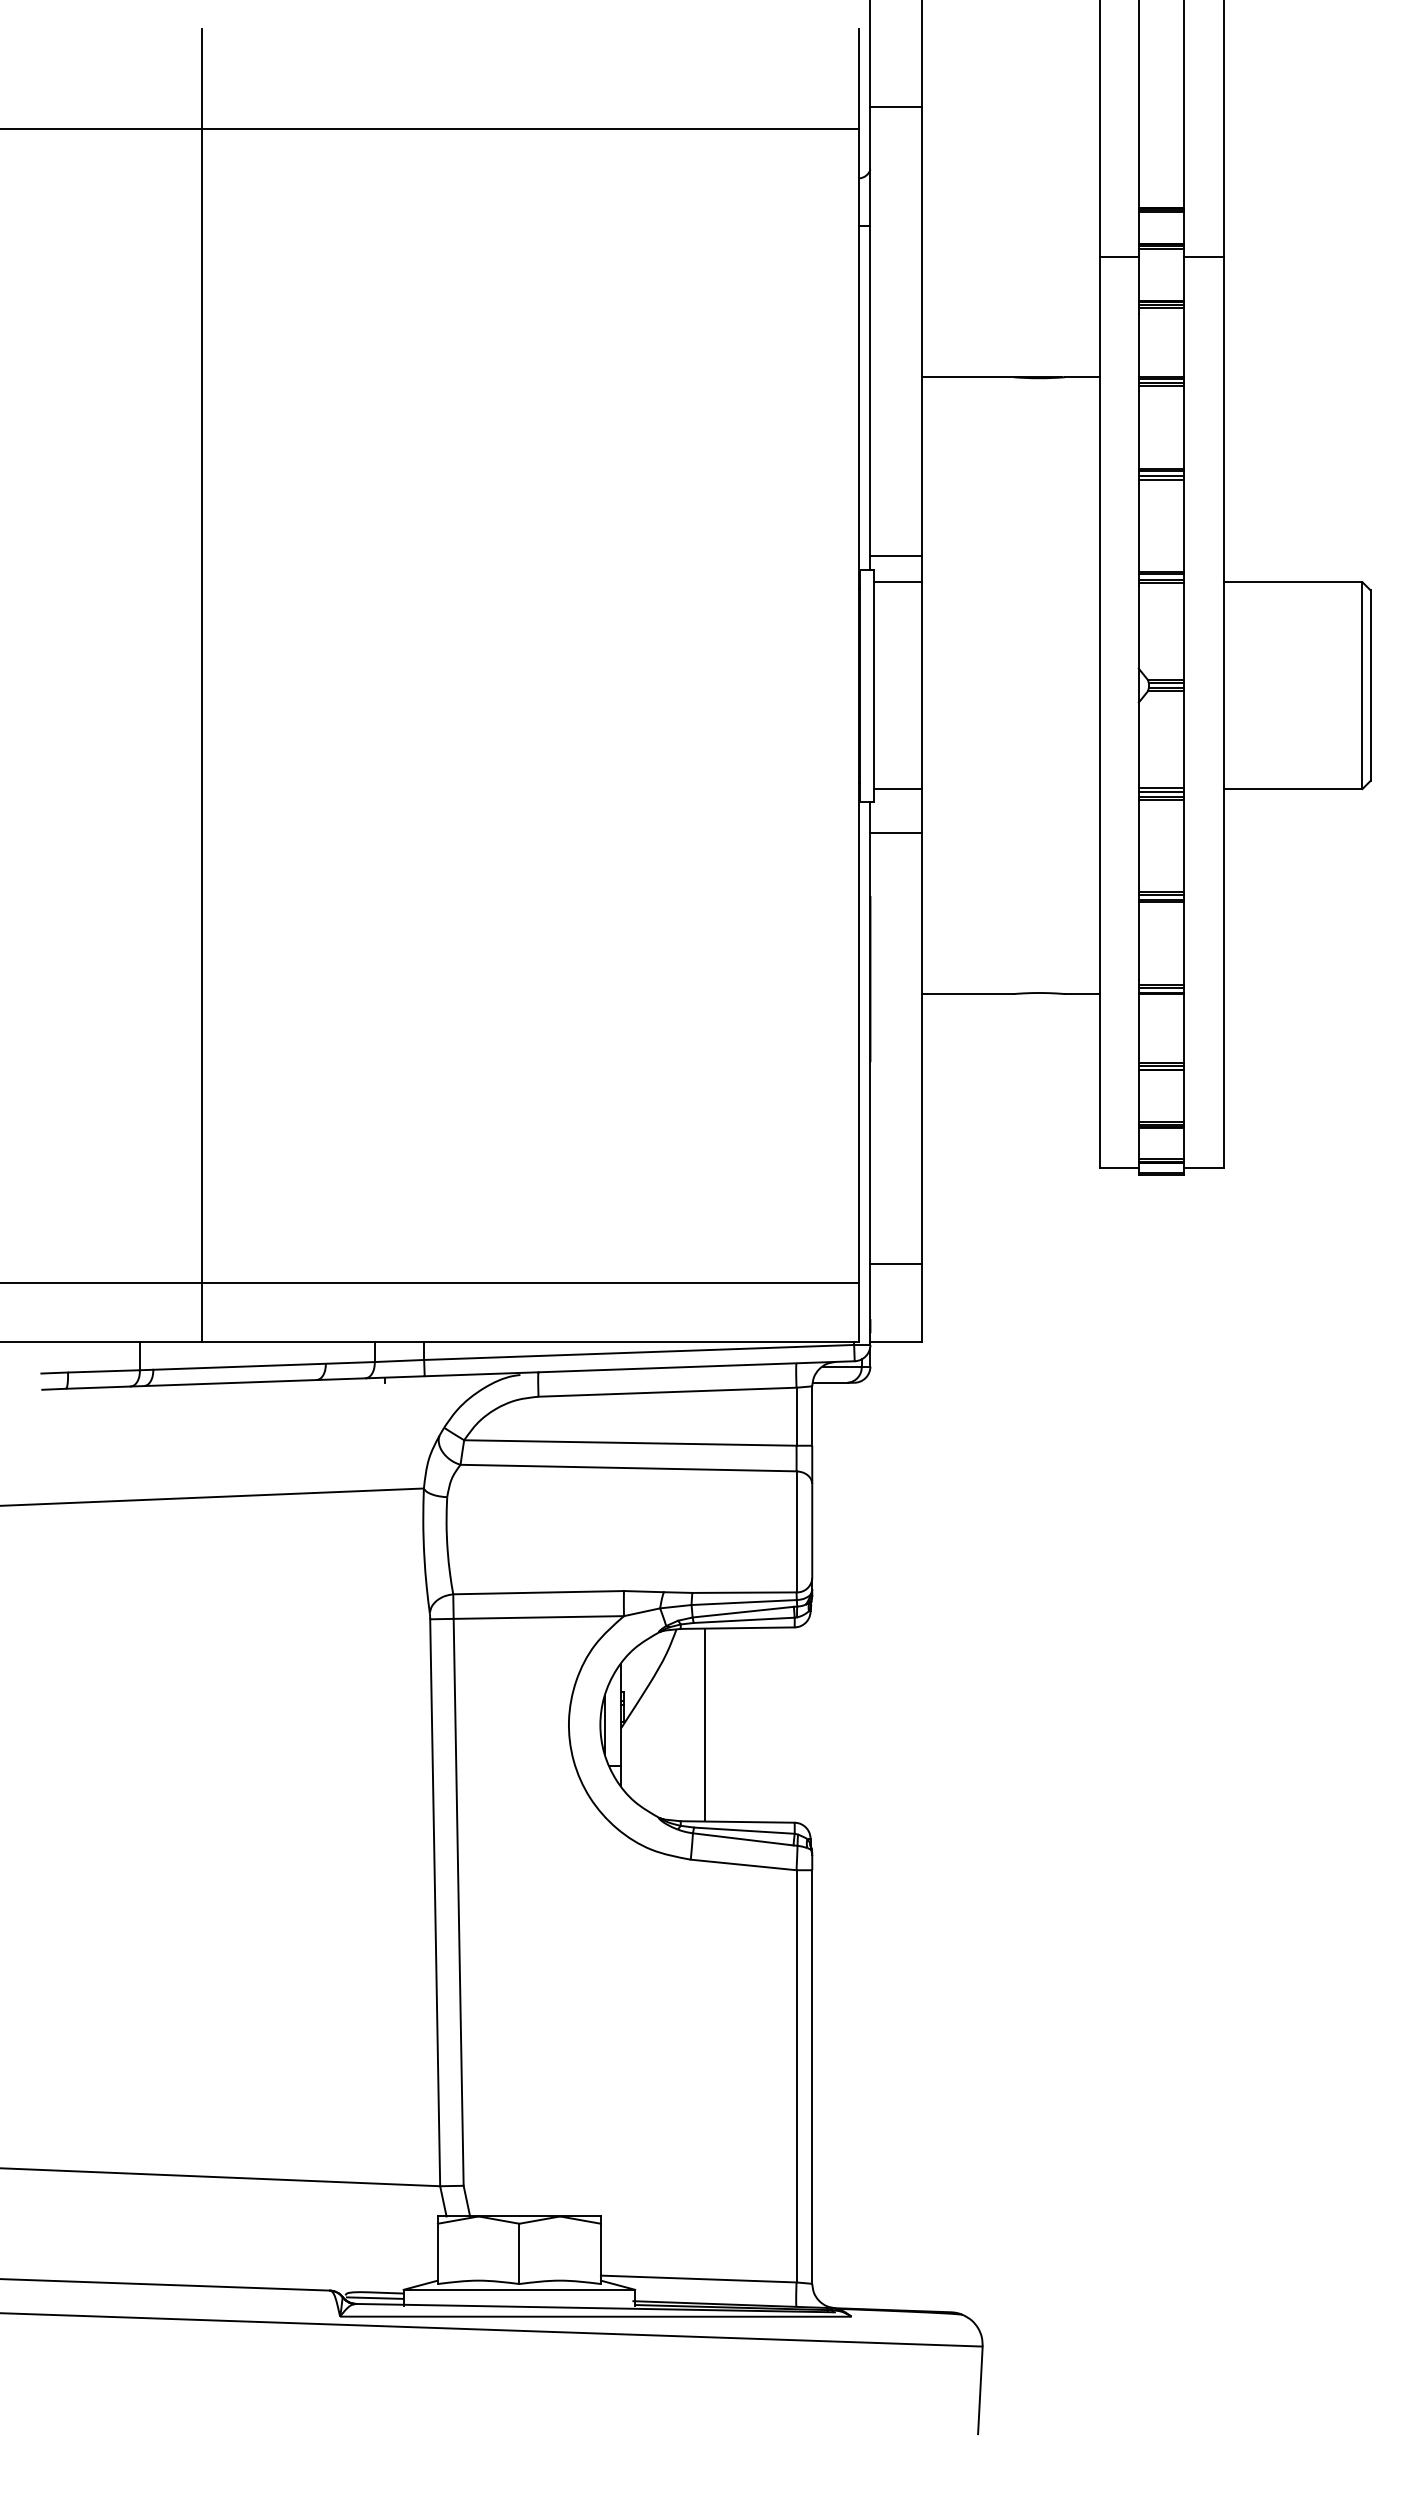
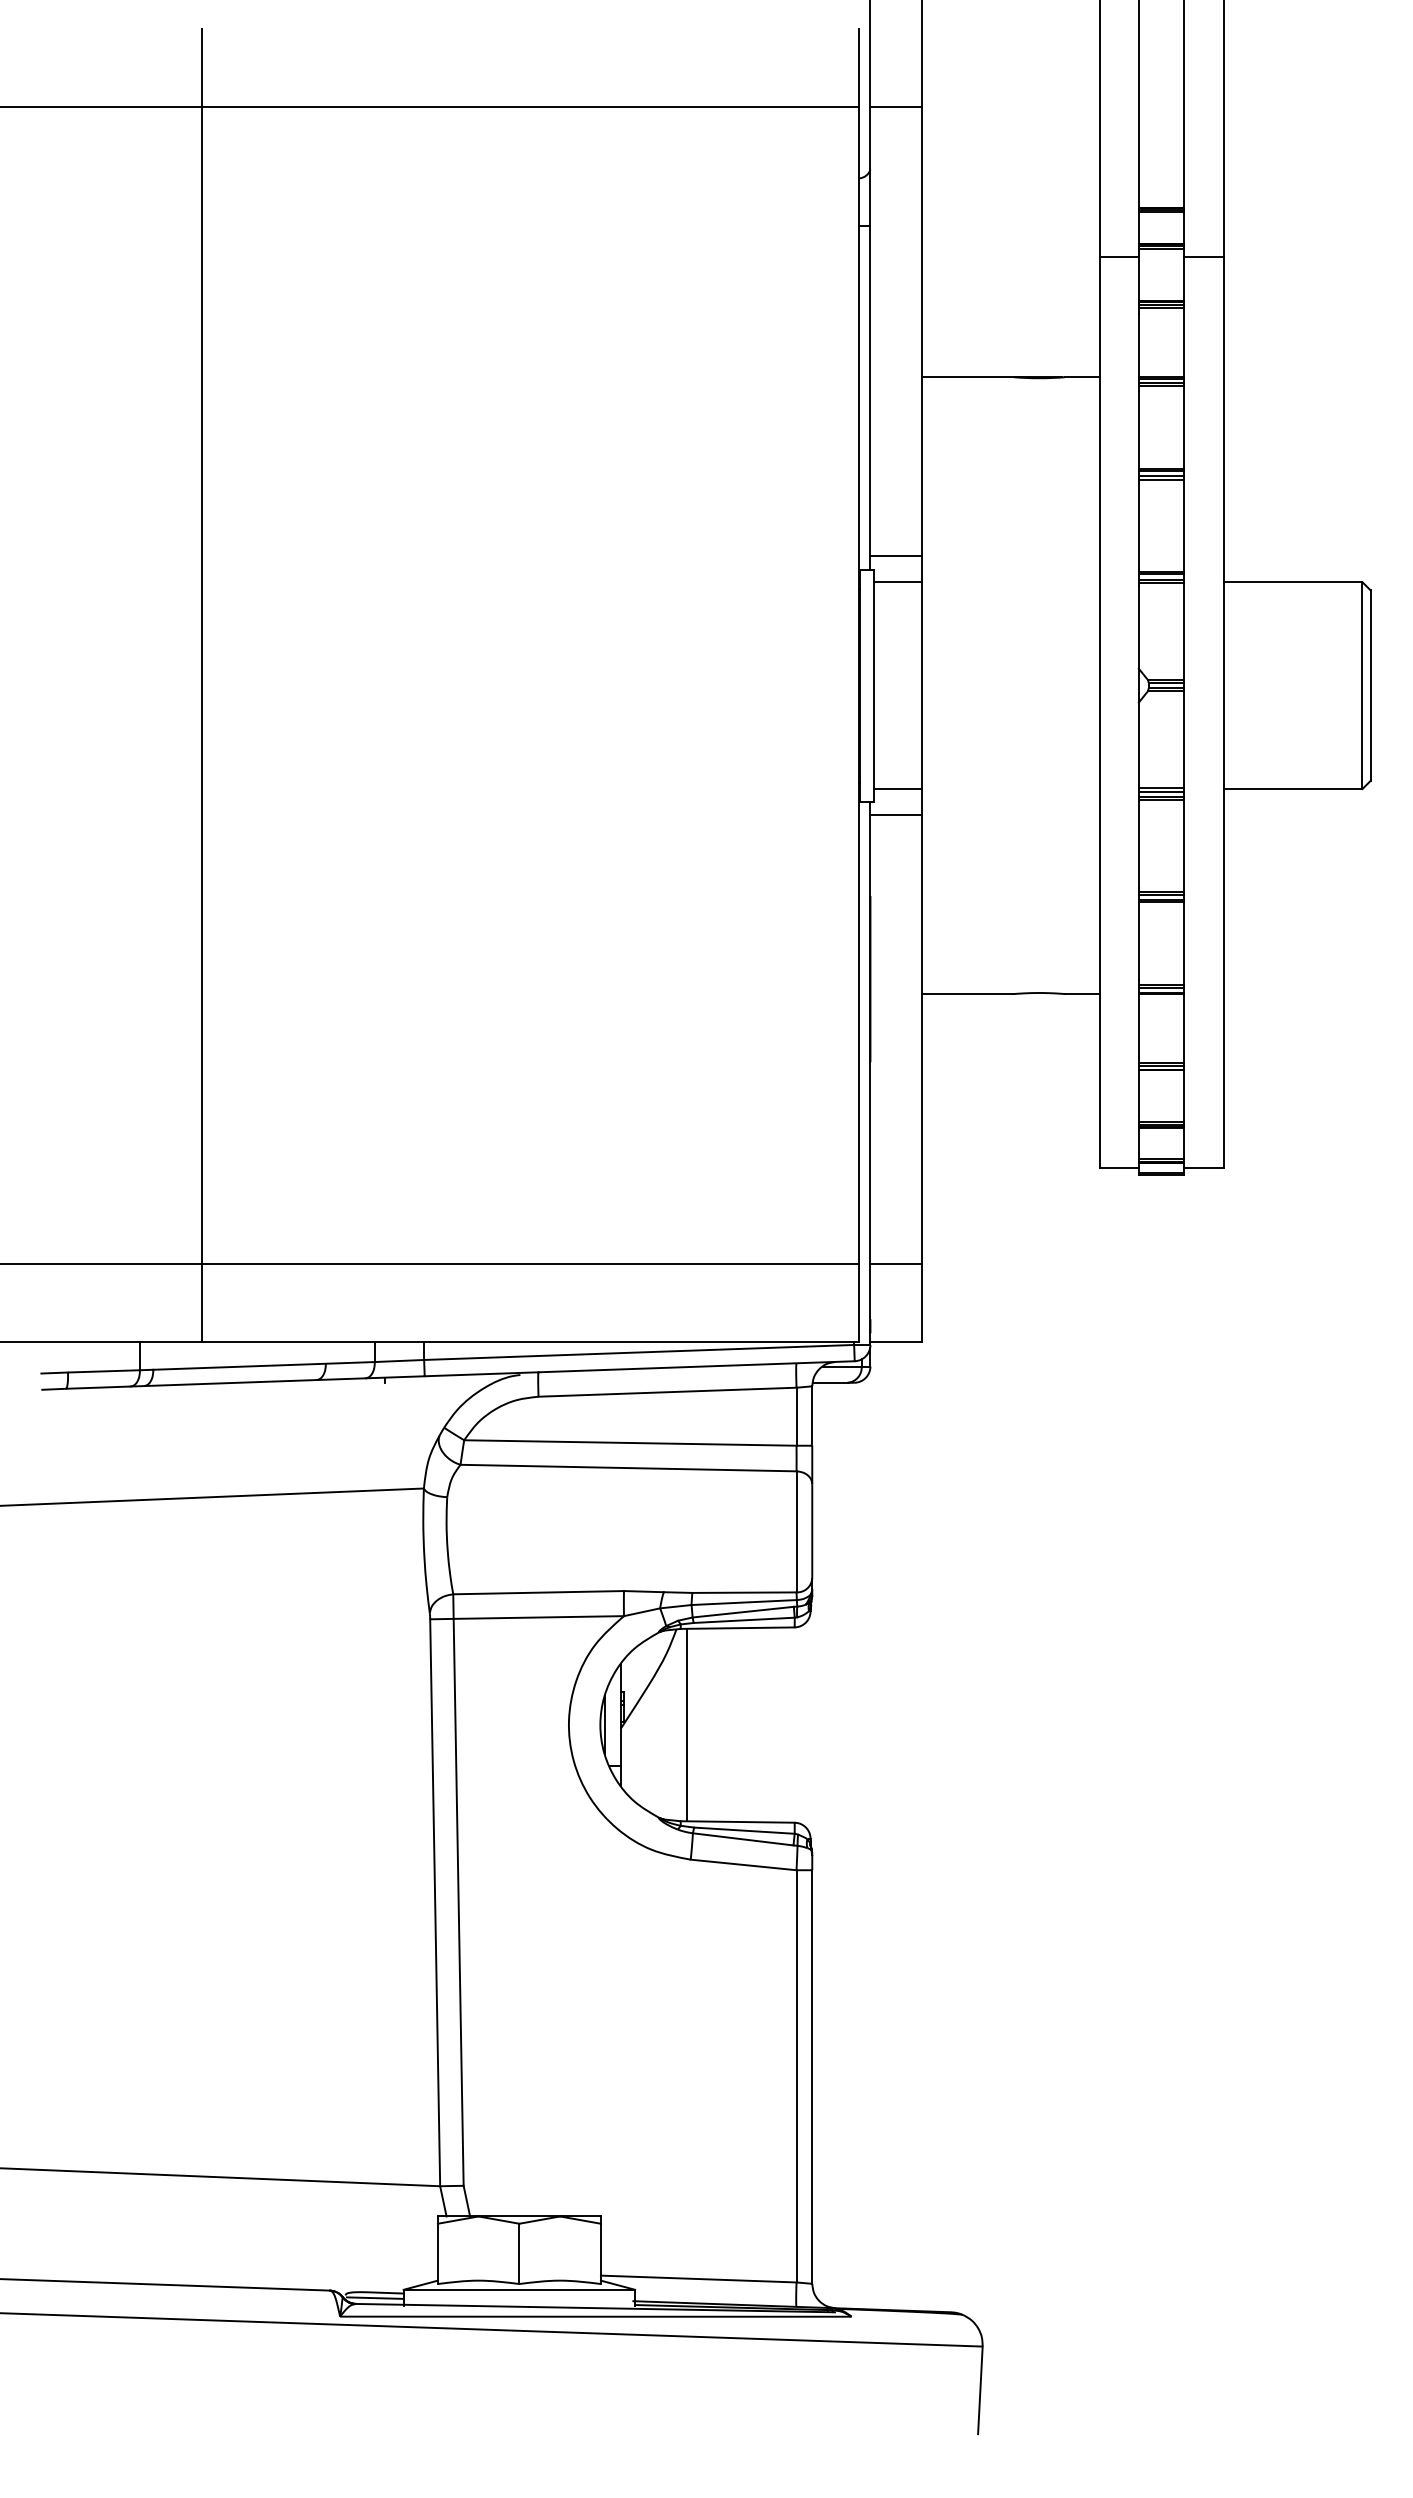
line at (430, 129) position: (430, 129) -> (430, 107)
line at (896, 833) position: (896, 833) -> (896, 815)
line at (430, 1283) position: (430, 1283) -> (430, 1264)
line at (704, 1724) position: (704, 1724) -> (686, 1724)
